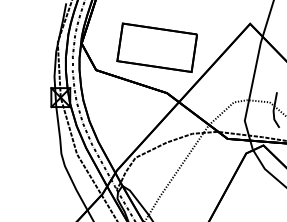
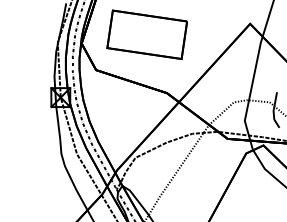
part at (156, 47) position: (156, 47) -> (146, 34)
